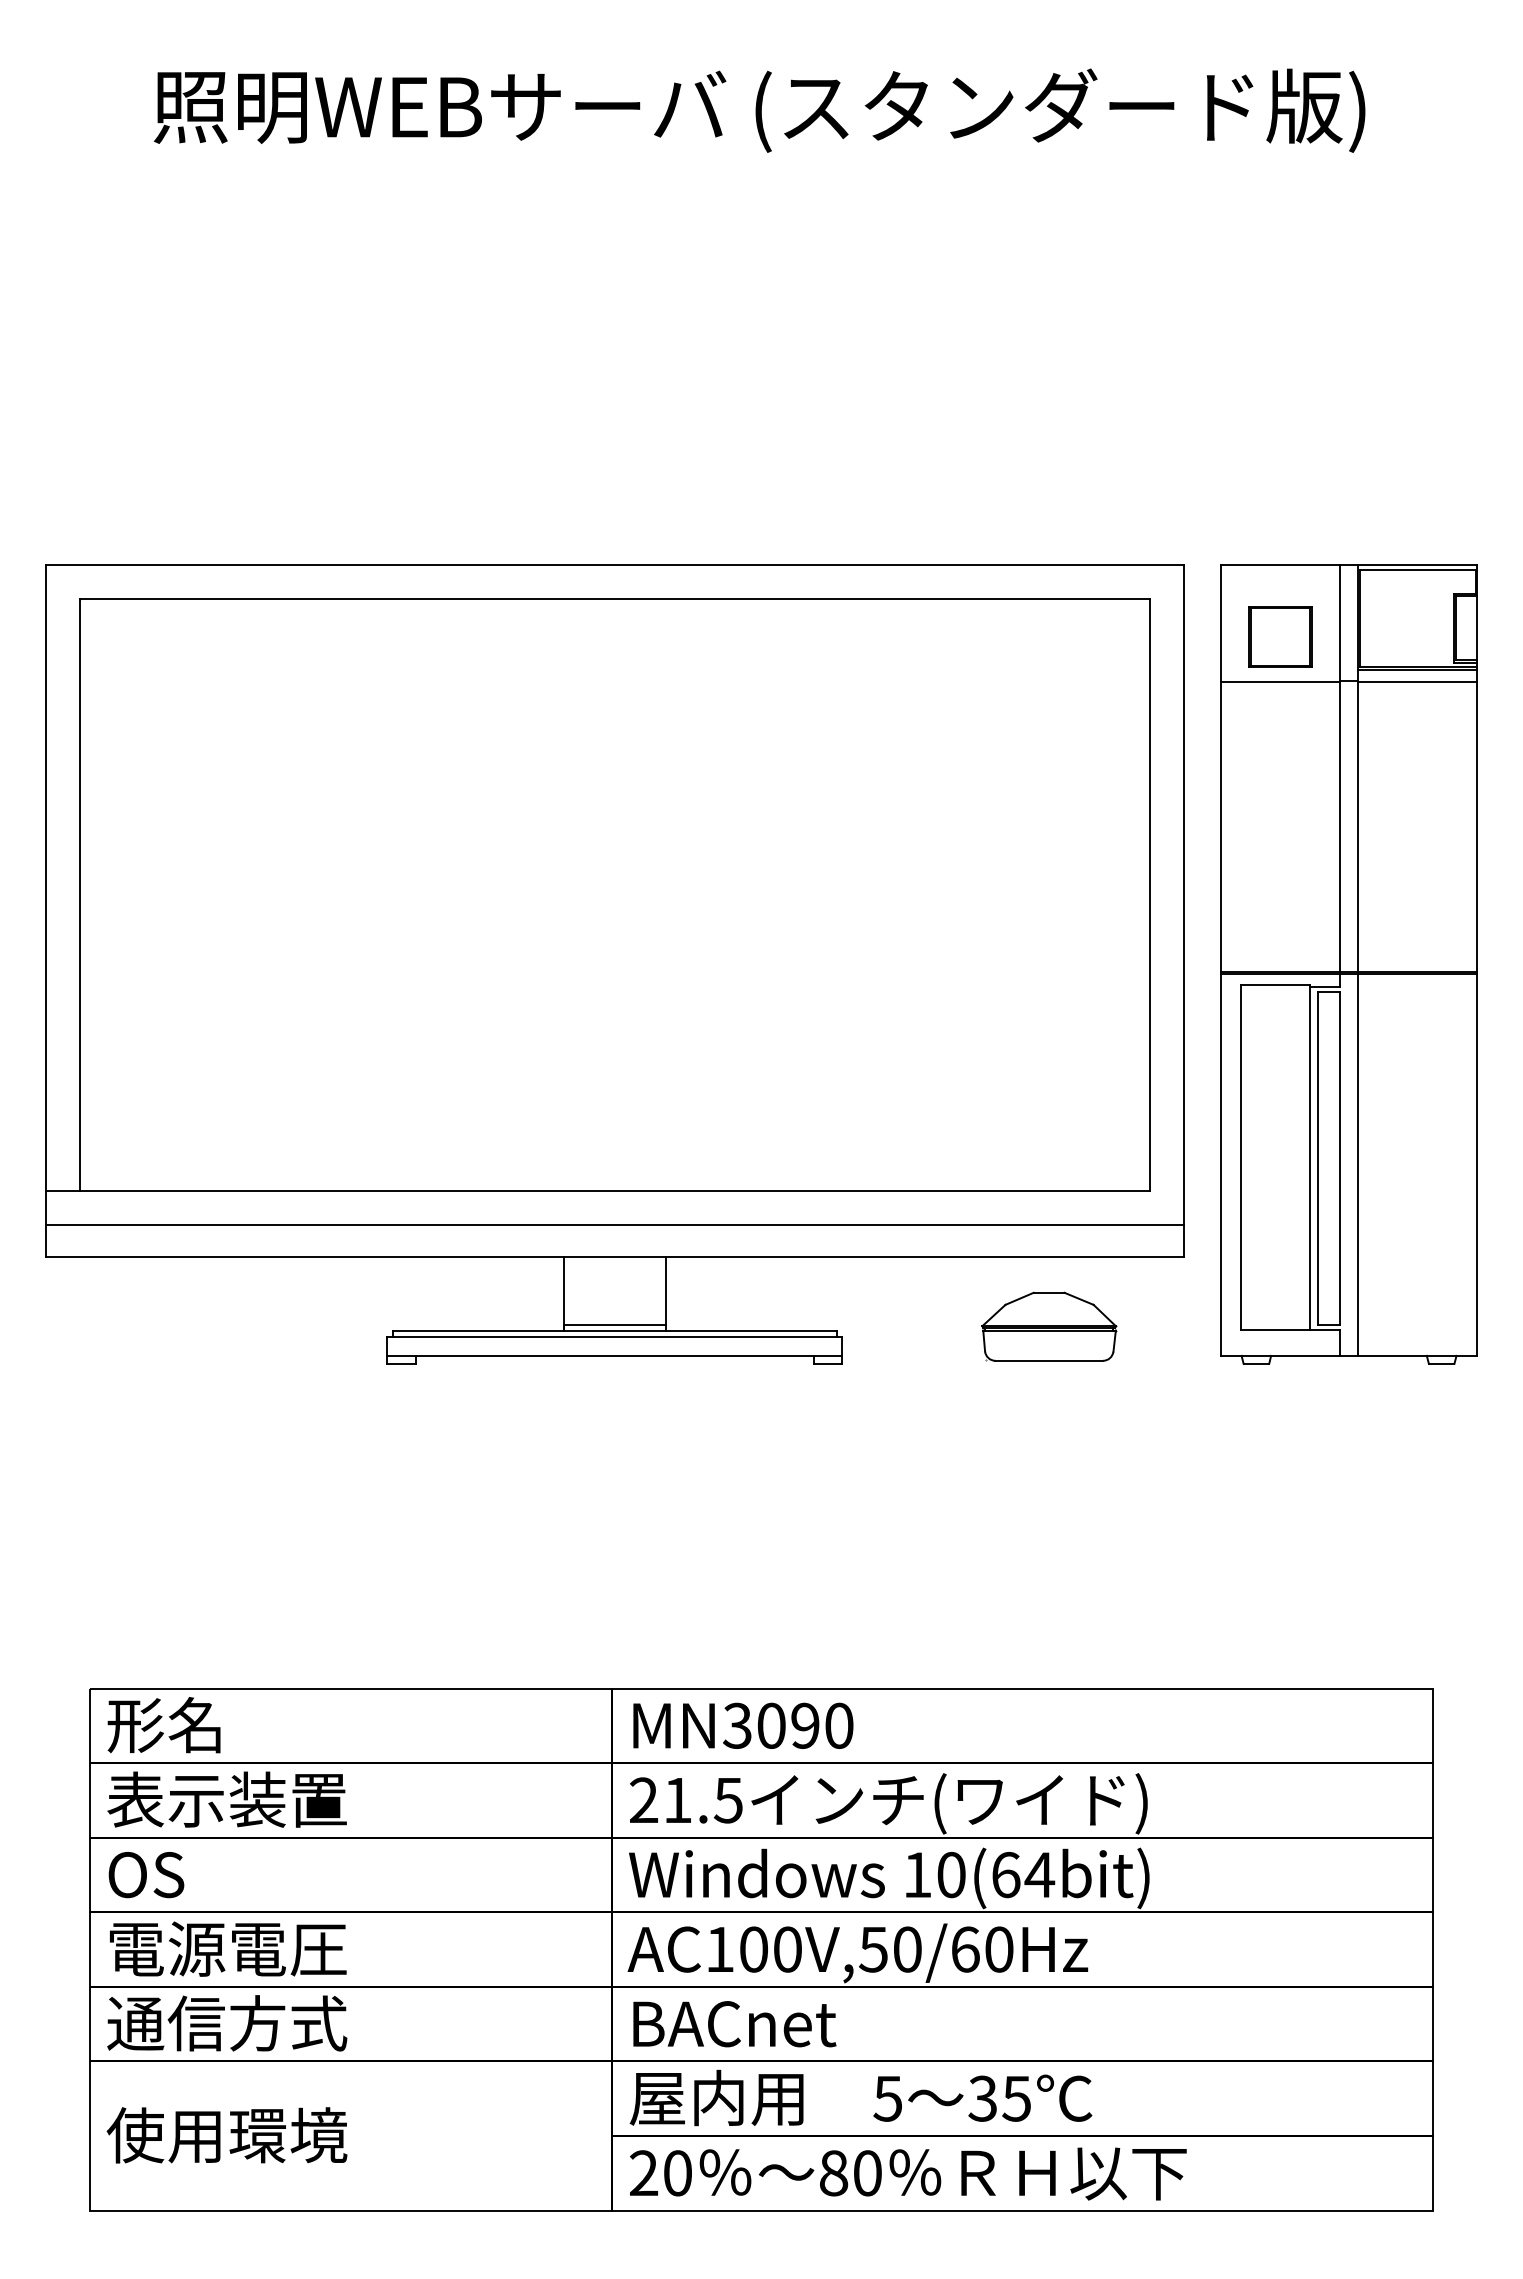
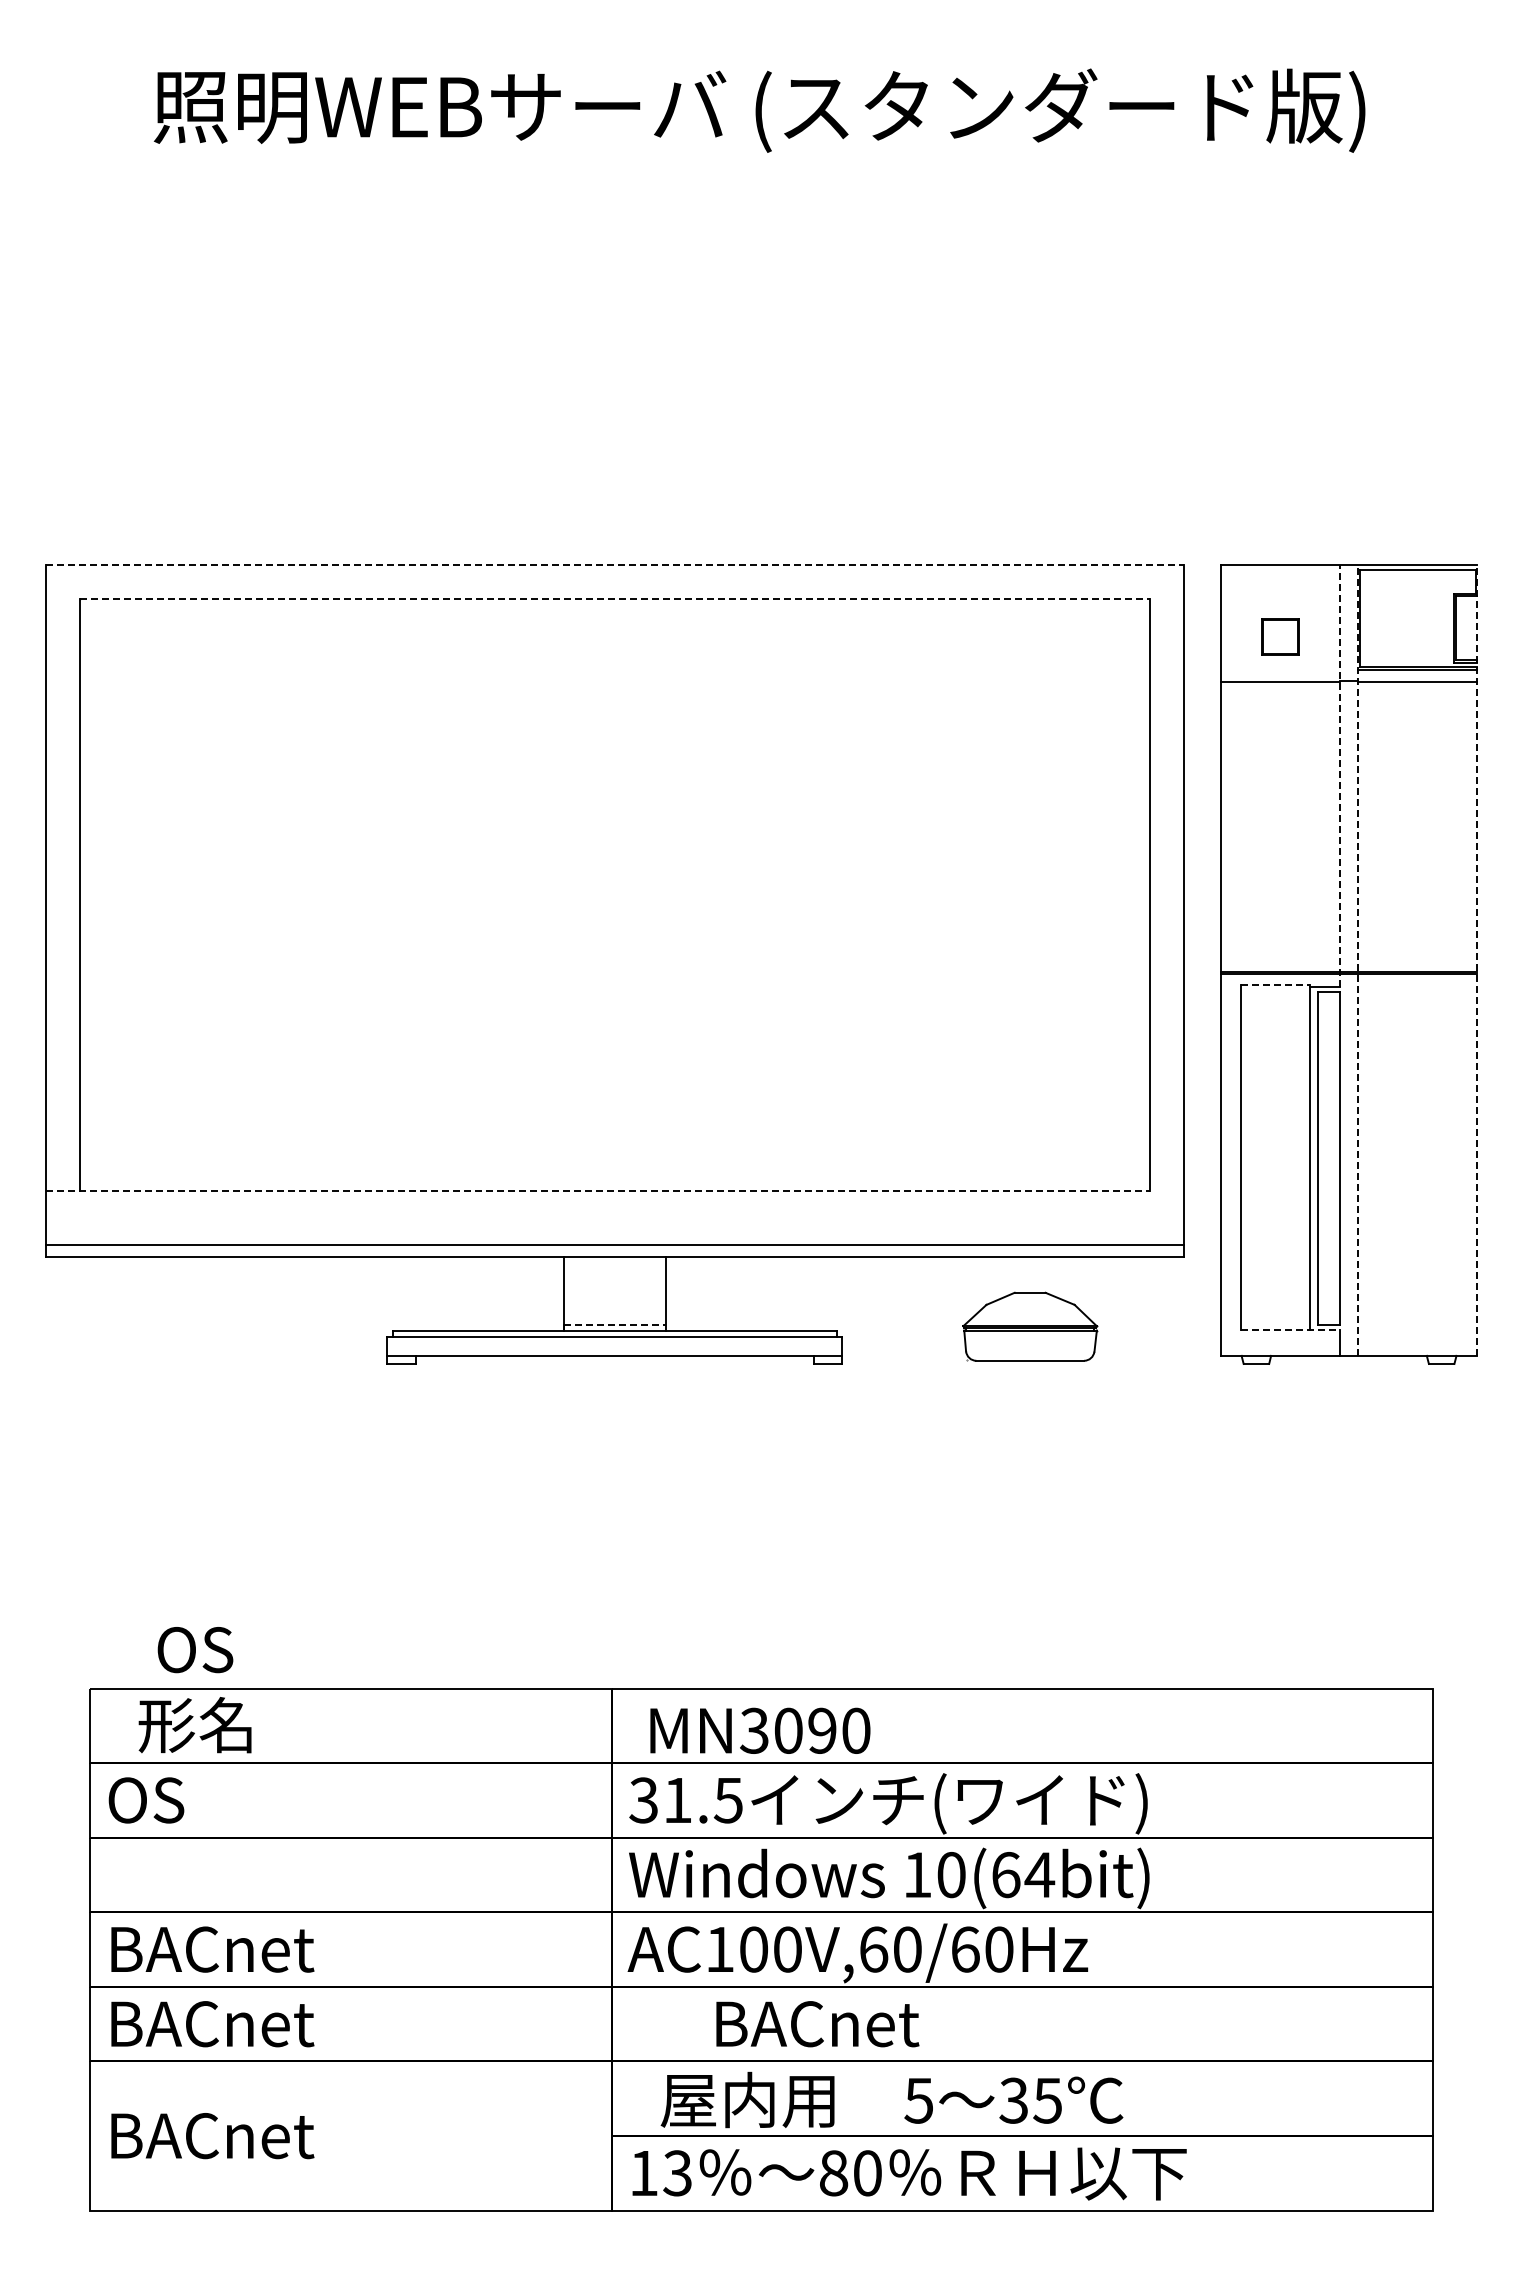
line at (615, 564): solid -> dashed
line at (615, 598): solid -> dashed
part at (1280, 636) size: 65x62 px -> 39x38 px
line at (1340, 775): solid -> dashed
line at (1357, 960): solid -> dashed
line at (1477, 960): solid -> dashed
line at (1275, 984): solid -> dashed
line at (598, 1190): solid -> dashed
line at (614, 1225) position: (614, 1225) -> (614, 1245)
line at (615, 1325): solid -> dashed
part at (1049, 1326) position: (1049, 1326) -> (1030, 1326)
line at (1290, 1330): solid -> dashed
text at (163, 1725) position: (163, 1725) -> (194, 1725)
text at (743, 1725) position: (743, 1725) -> (760, 1730)
text at (226, 1799): 表示装置 -> OS
text at (643, 1800): 21.5 -> 31.5
text at (146, 1875) position: (146, 1875) -> (195, 1650)
text at (227, 1948): 電源電圧 -> BACnet
text at (873, 1949): AC100V,50/60Hz -> AC100V,60/60Hz
text at (227, 2023): 通信方式 -> BACnet
text at (734, 2024) position: (734, 2024) -> (817, 2024)
text at (860, 2097) position: (860, 2097) -> (891, 2099)
text at (226, 2135): 使用環境 -> BACnet
text at (660, 2173): 20 -> 13
